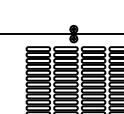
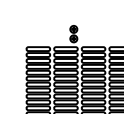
line at (61, 34): present -> none
